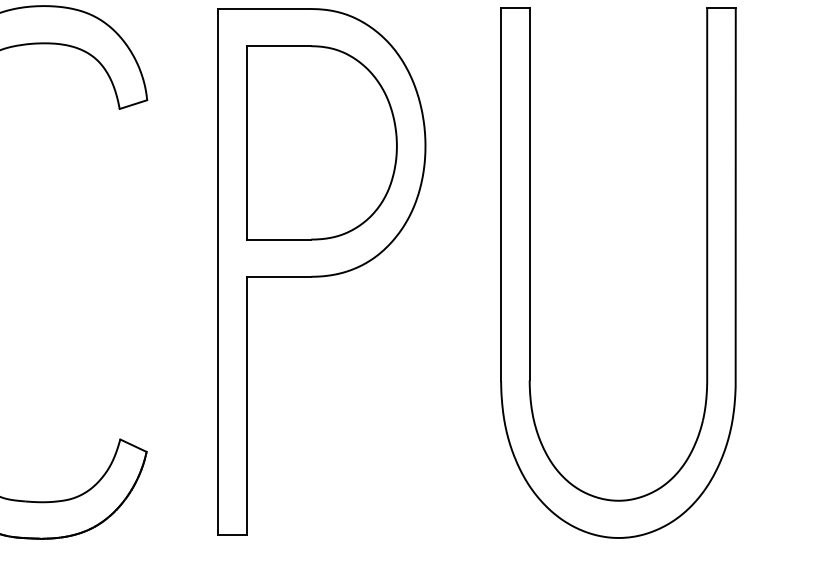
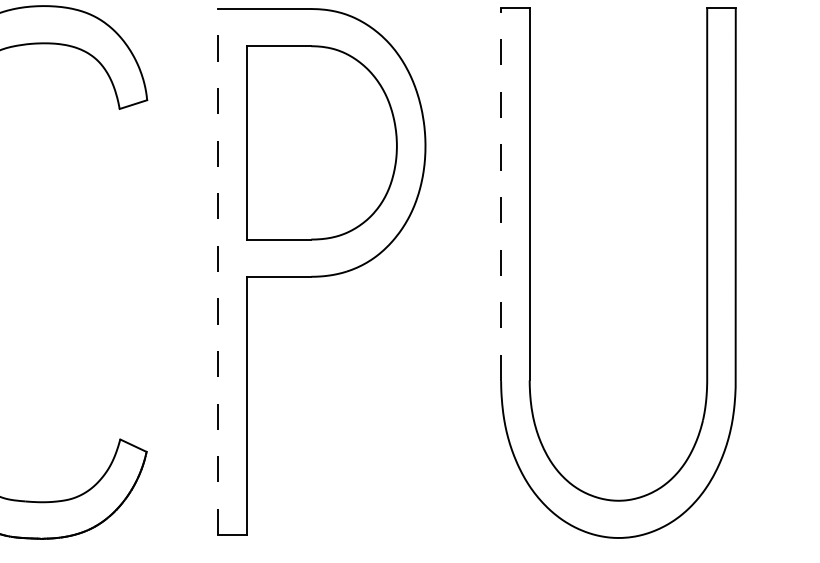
line at (501, 194): solid -> dashed
line at (218, 271): solid -> dashed
